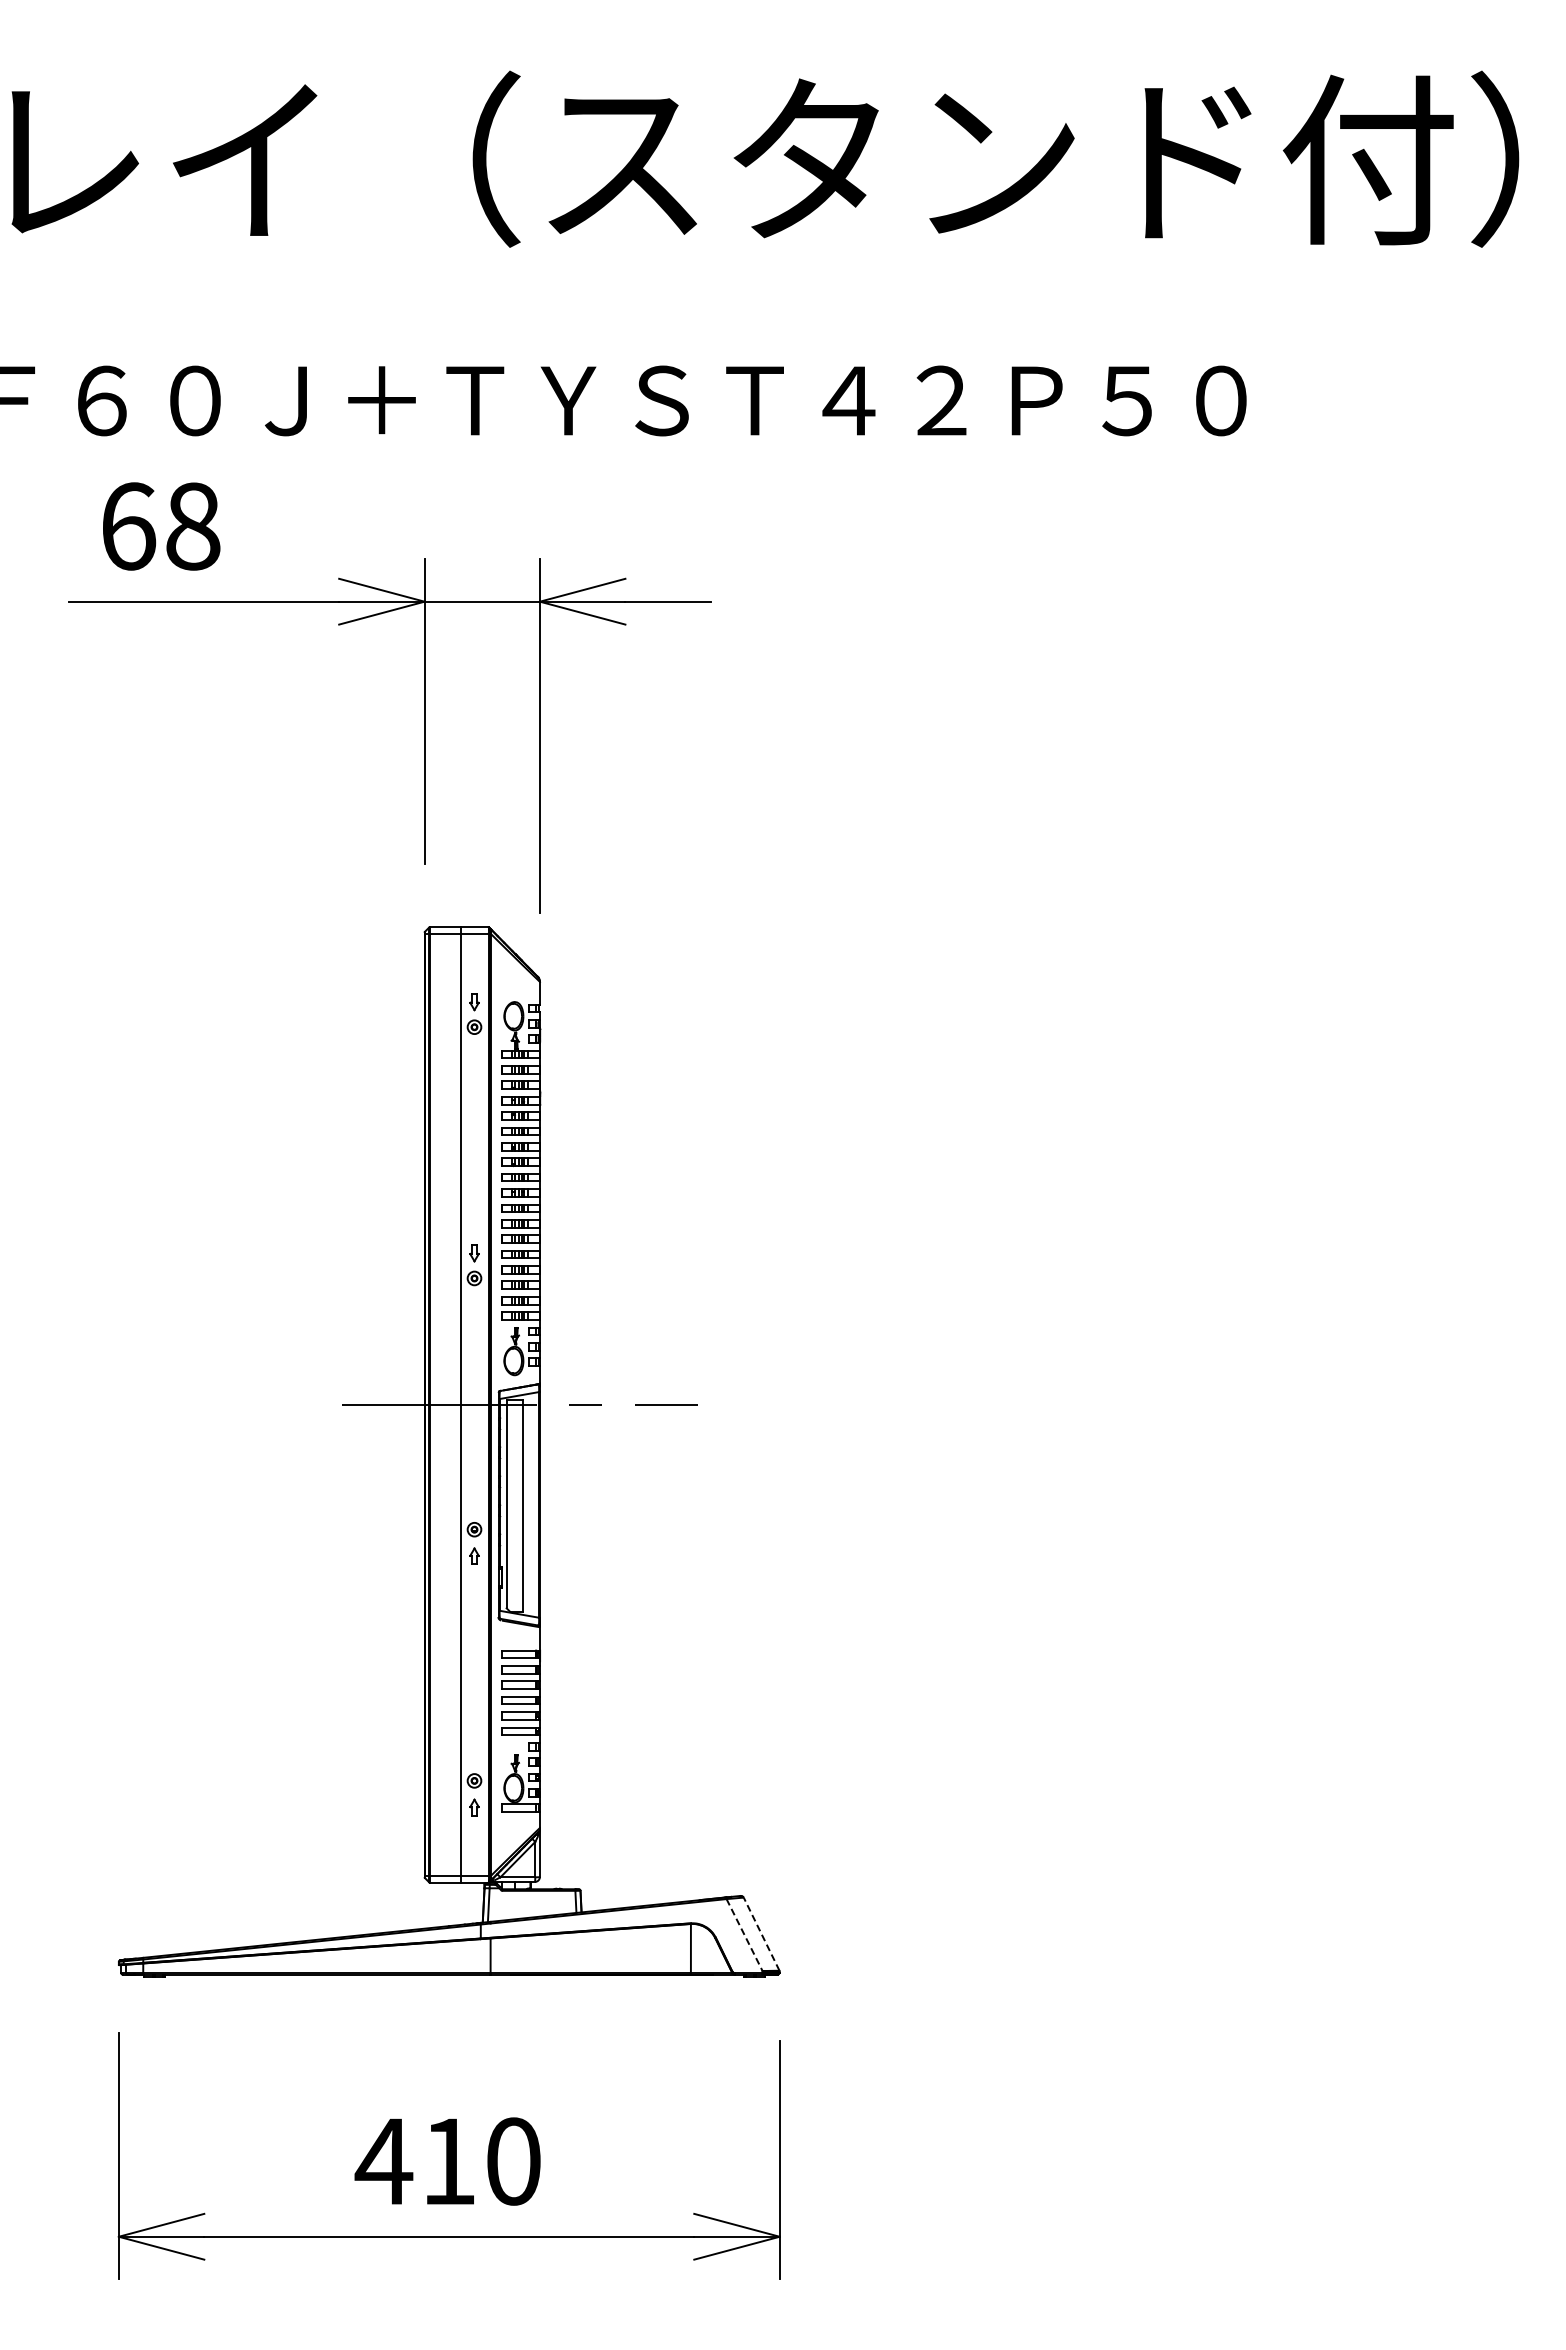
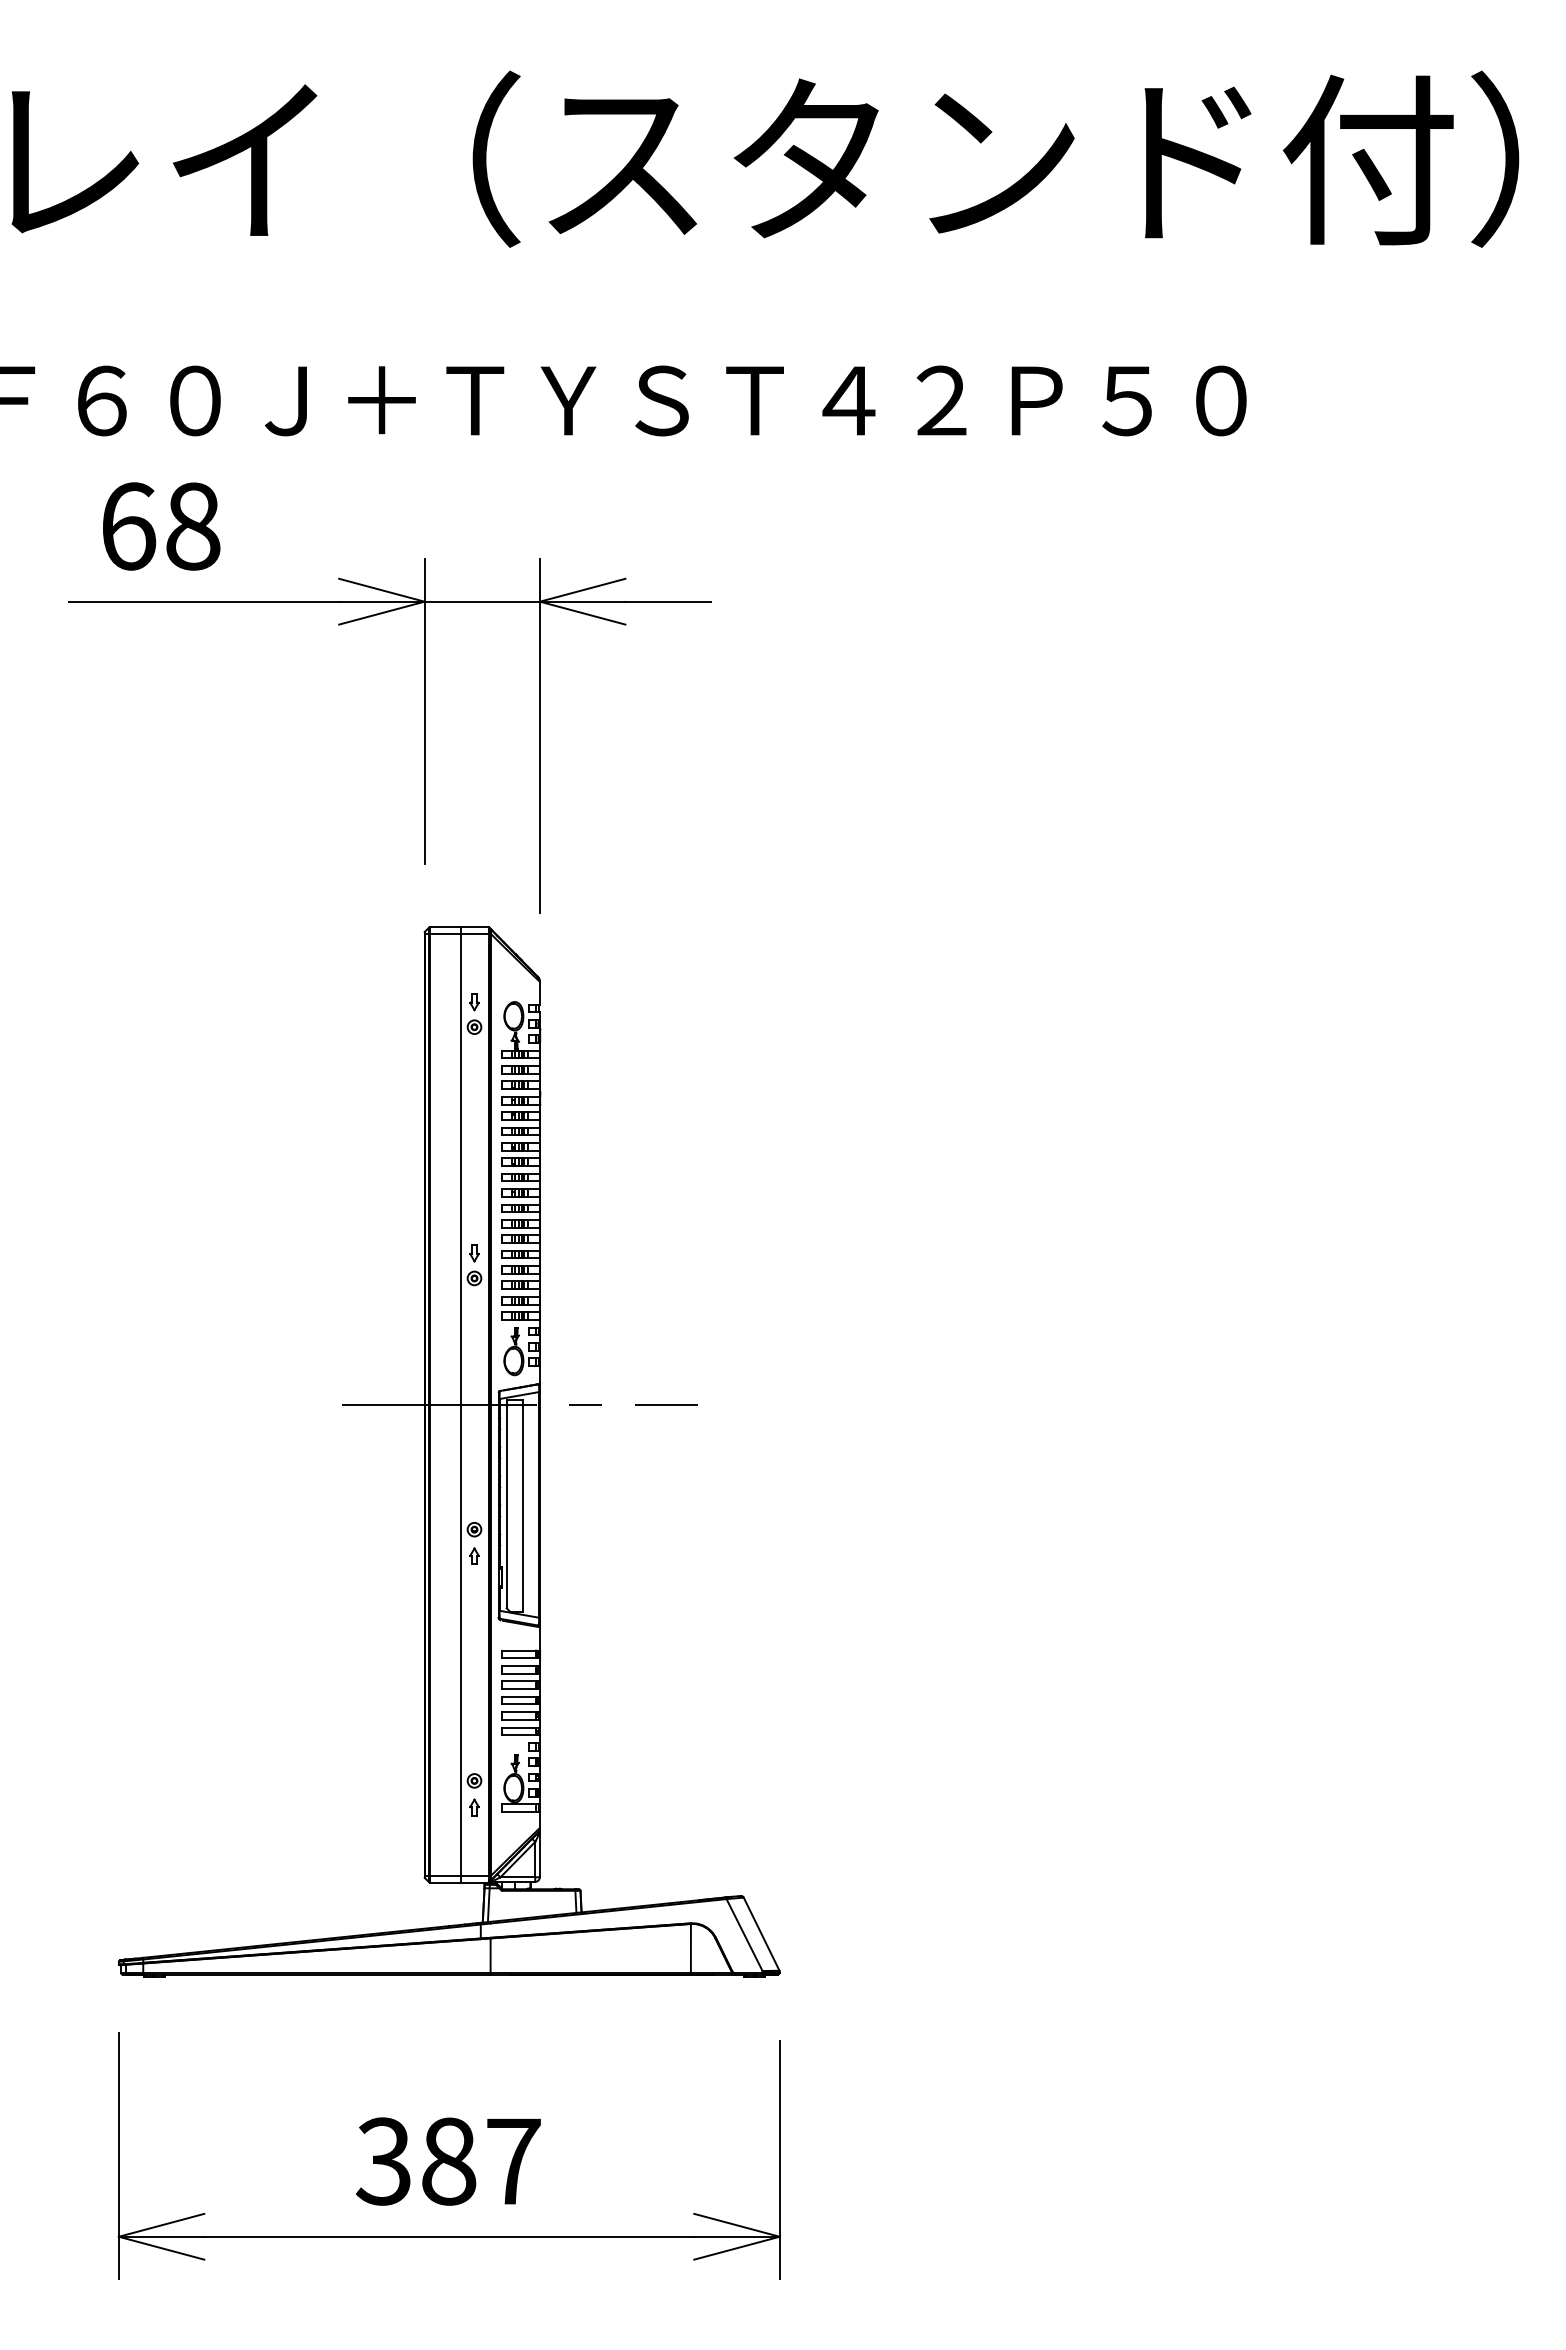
line at (761, 1934): dashed -> solid
line at (744, 1935): dashed -> solid
text at (447, 2161): 410 -> 387
